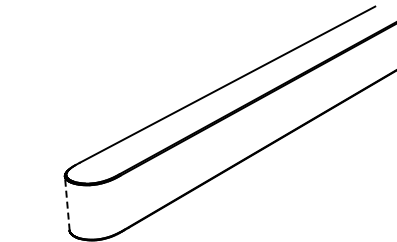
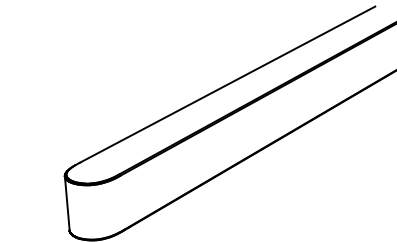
line at (67, 203): dashed -> solid
